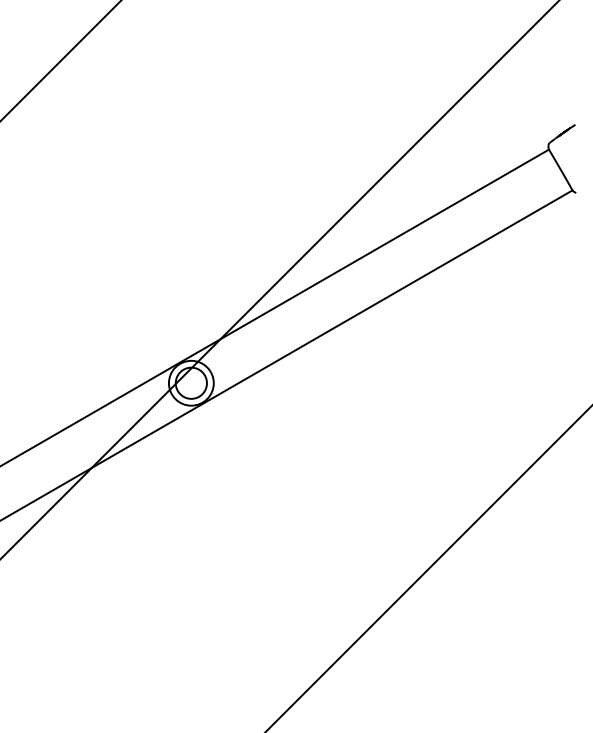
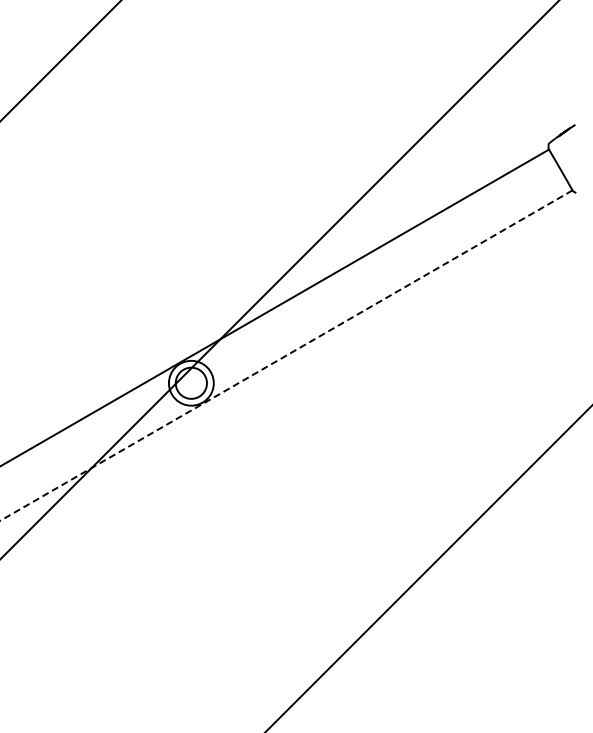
line at (286, 355): solid -> dashed
